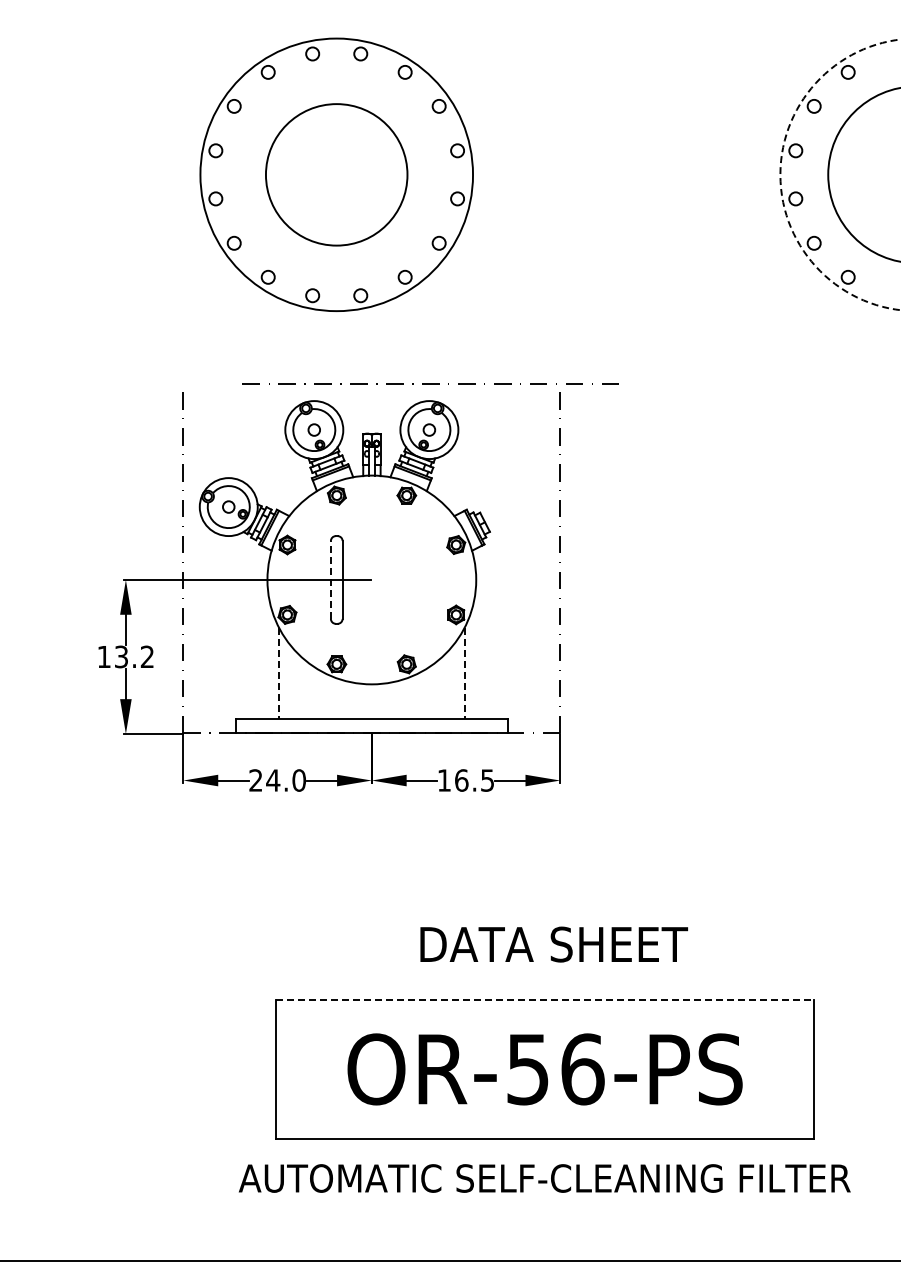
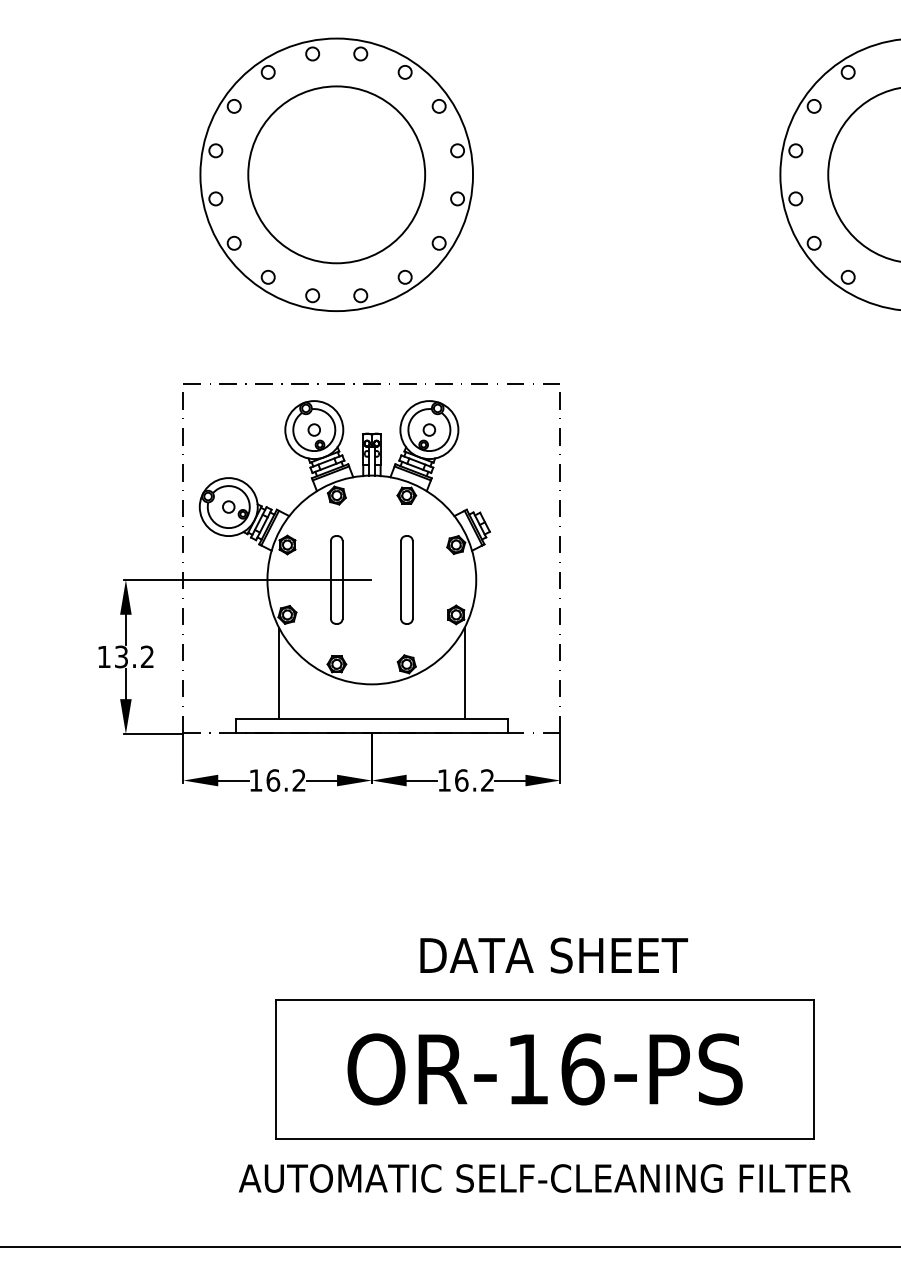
circle at (336, 174) diameter: 142 px -> 177 px
circle at (840, 174): dashed -> solid
line at (430, 383) position: (430, 383) -> (371, 383)
line at (330, 579): dashed -> solid
part at (406, 579): none -> present
line at (279, 673): dashed -> solid
line at (464, 673): dashed -> solid
text at (277, 780): 24.0 -> 16.2
text at (487, 780): 16.5 -> 16.2
text at (553, 944) position: (553, 944) -> (553, 955)
line at (545, 999): dashed -> solid
text at (527, 1069): OR-56-PS -> OR-16-PS
line at (449, 1261) position: (449, 1261) -> (449, 1247)
